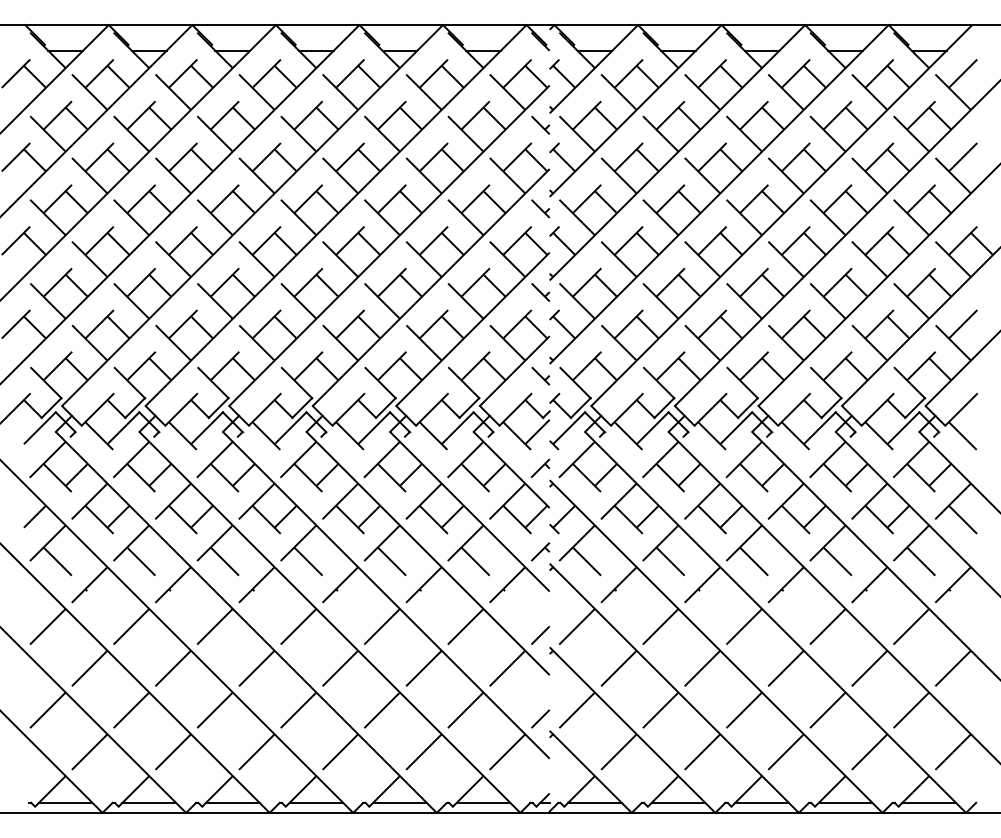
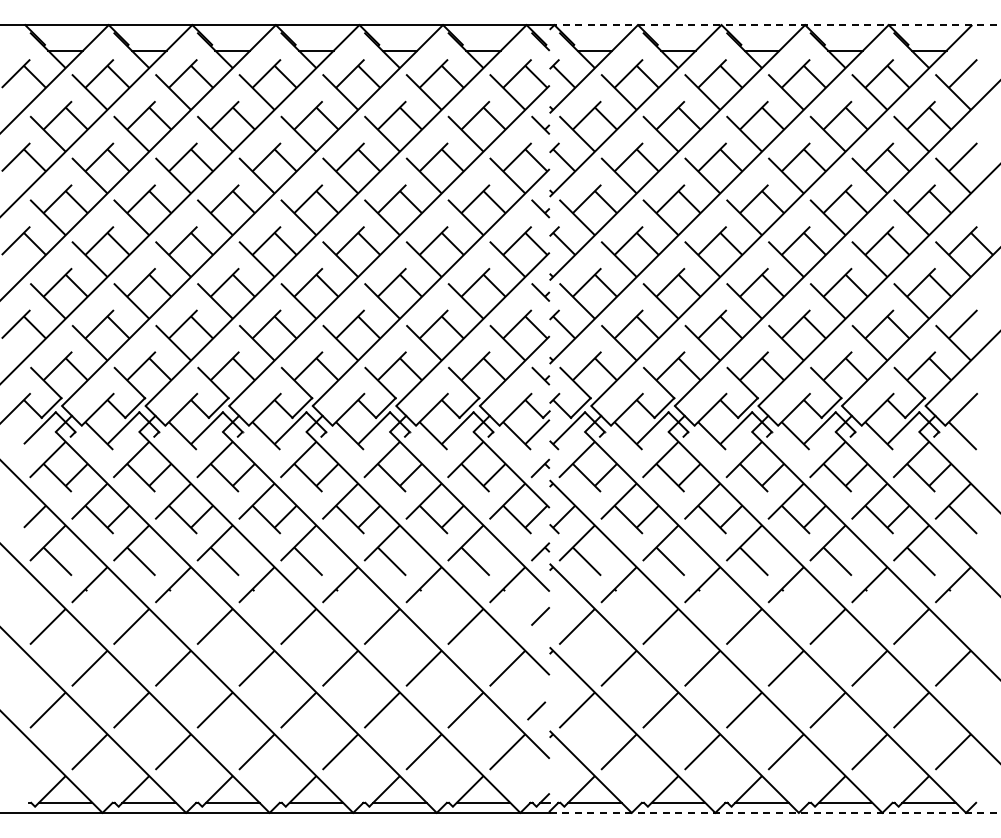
line at (774, 25): solid -> dashed
line at (540, 635) position: (540, 635) -> (540, 616)
line at (540, 718) position: (540, 718) -> (536, 710)
line at (775, 812): solid -> dashed
